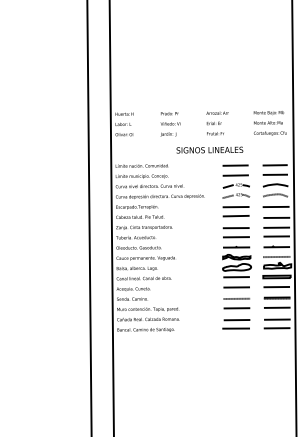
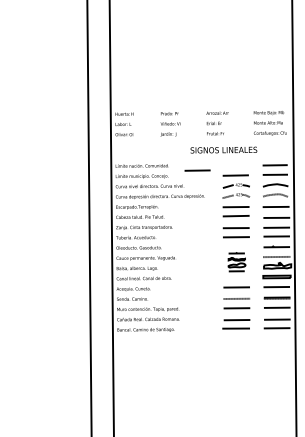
text at (209, 149) position: (209, 149) -> (223, 149)
line at (235, 165) position: (235, 165) -> (197, 170)
part at (236, 262) size: 30x33 px -> 20x21 px
